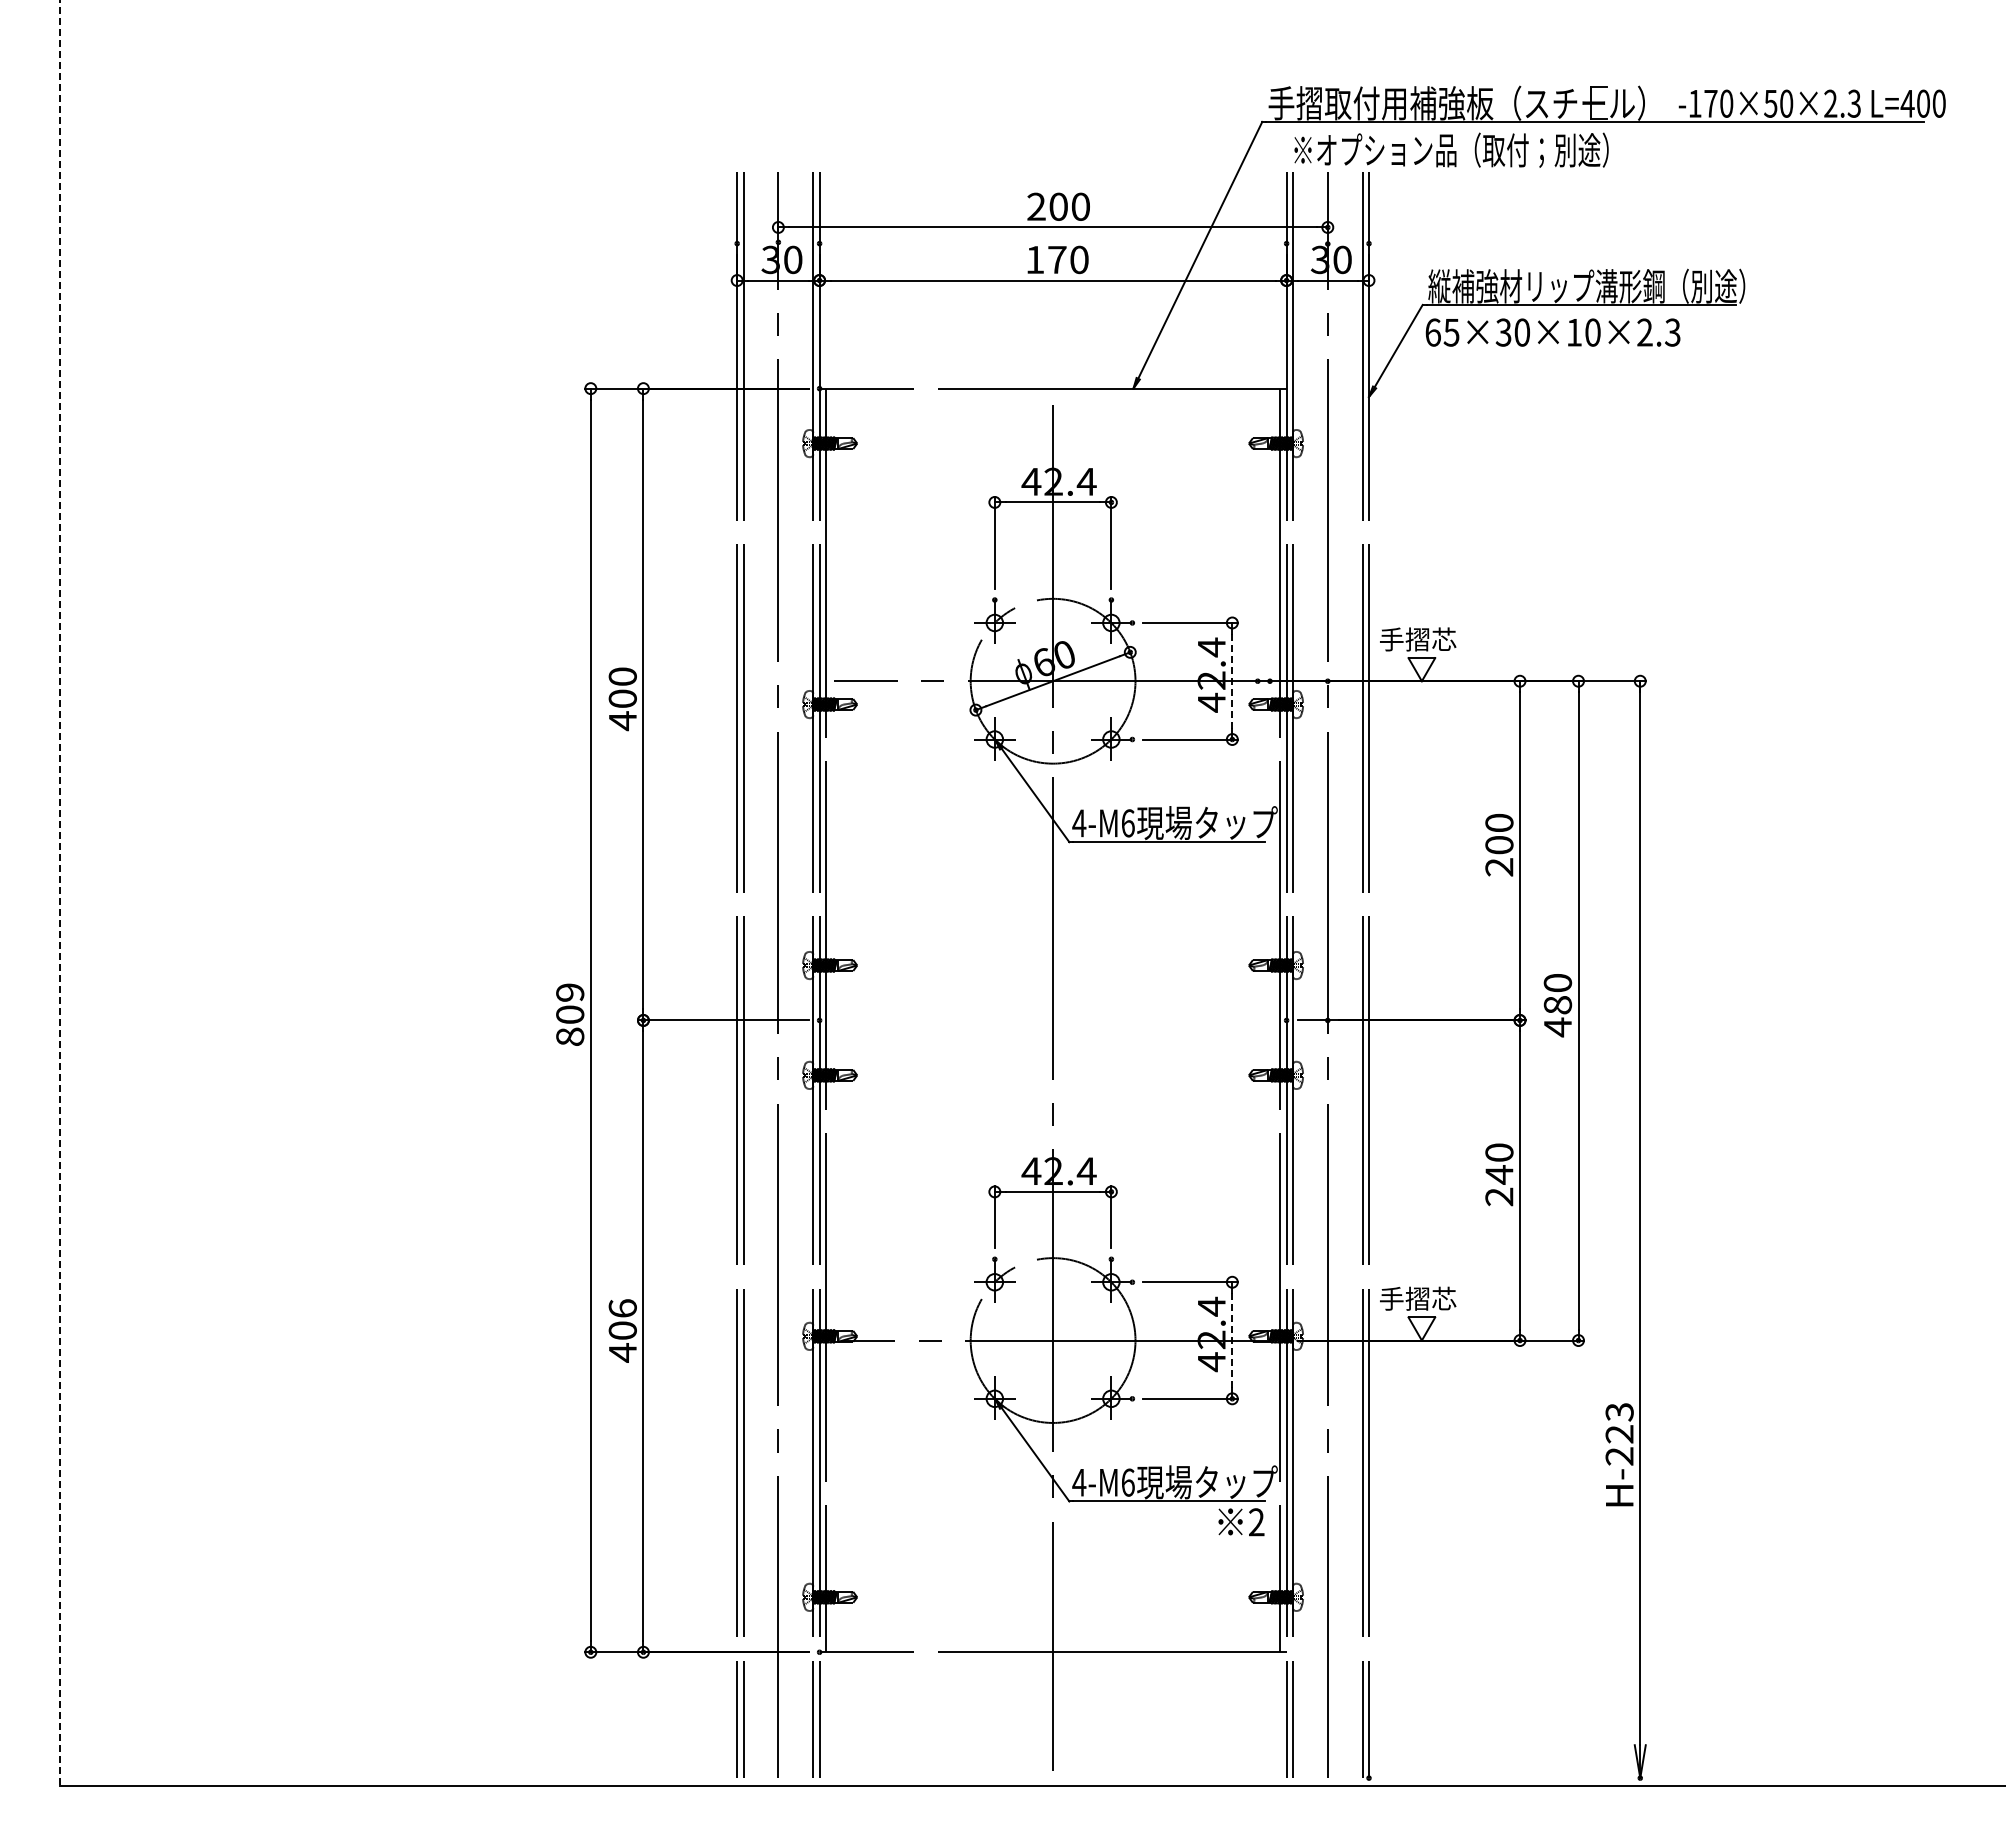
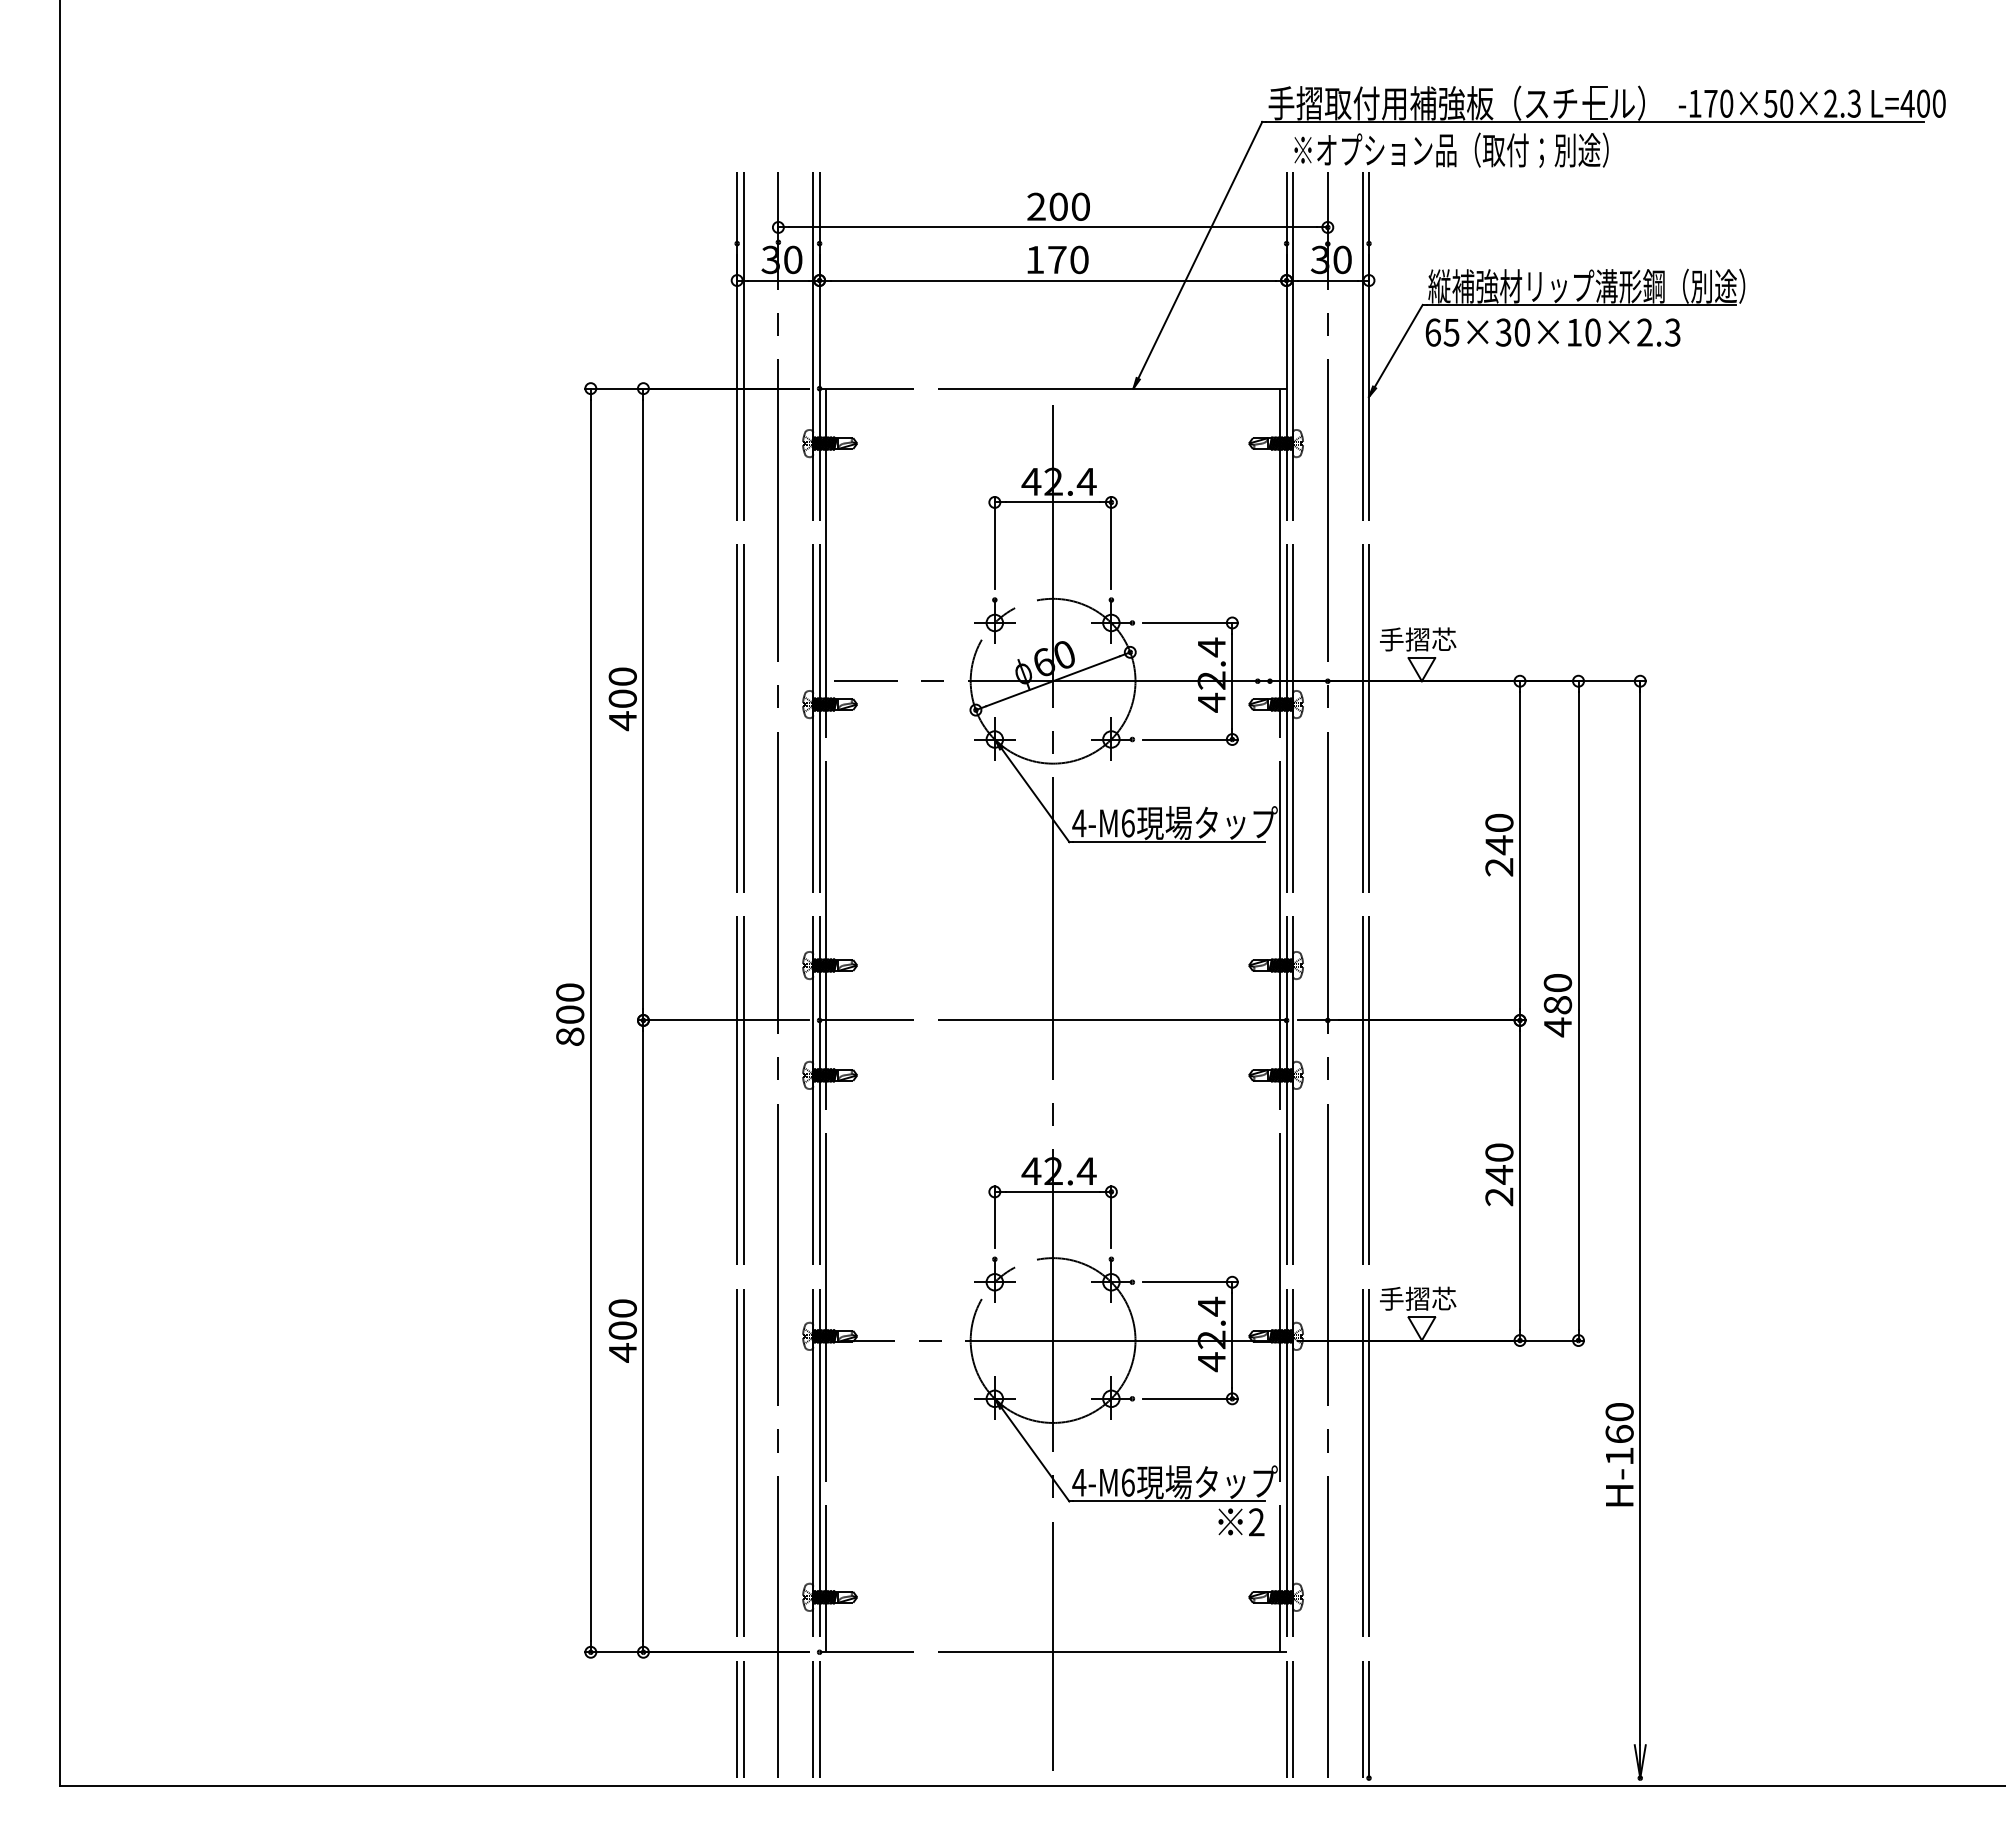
line at (1232, 681): dashed -> solid
text at (1499, 845): 200 -> 240
line at (60, 893): dashed -> solid
text at (570, 992): 809 -> 800
line at (1052, 1020): none -> present
text at (622, 1308): 406 -> 400
line at (1232, 1341): dashed -> solid
text at (1619, 1434): H-223 -> H-160
